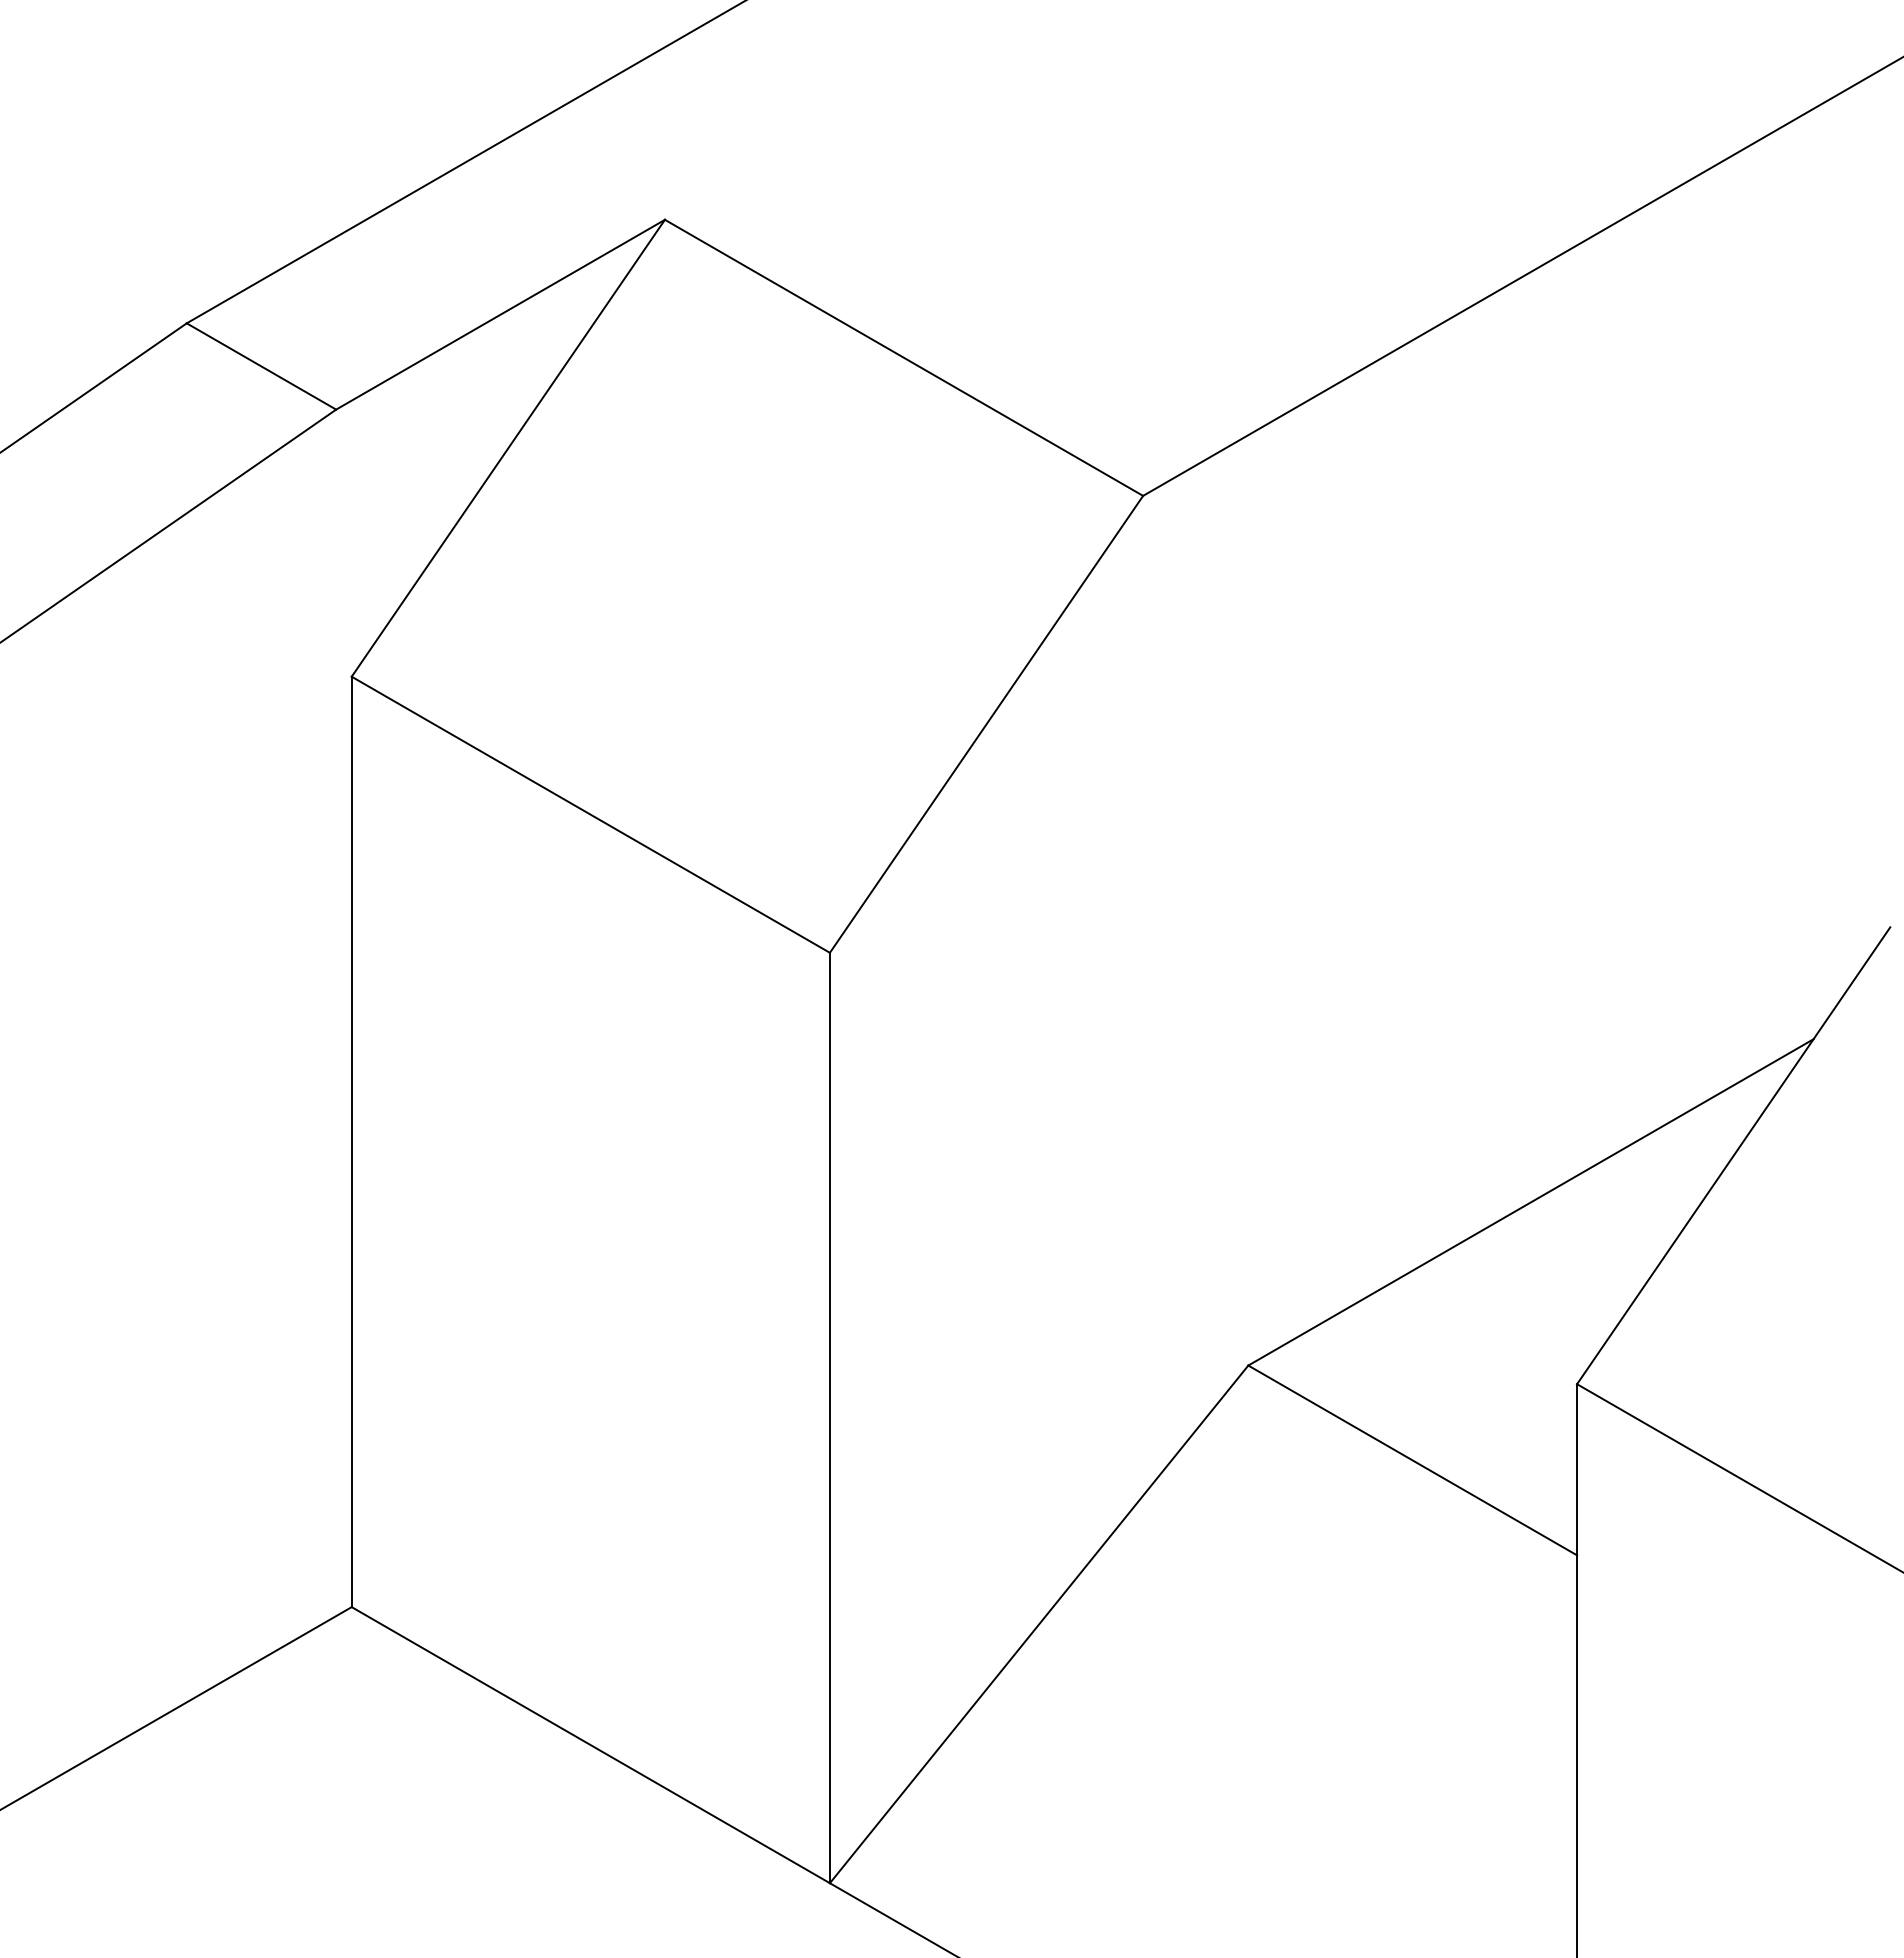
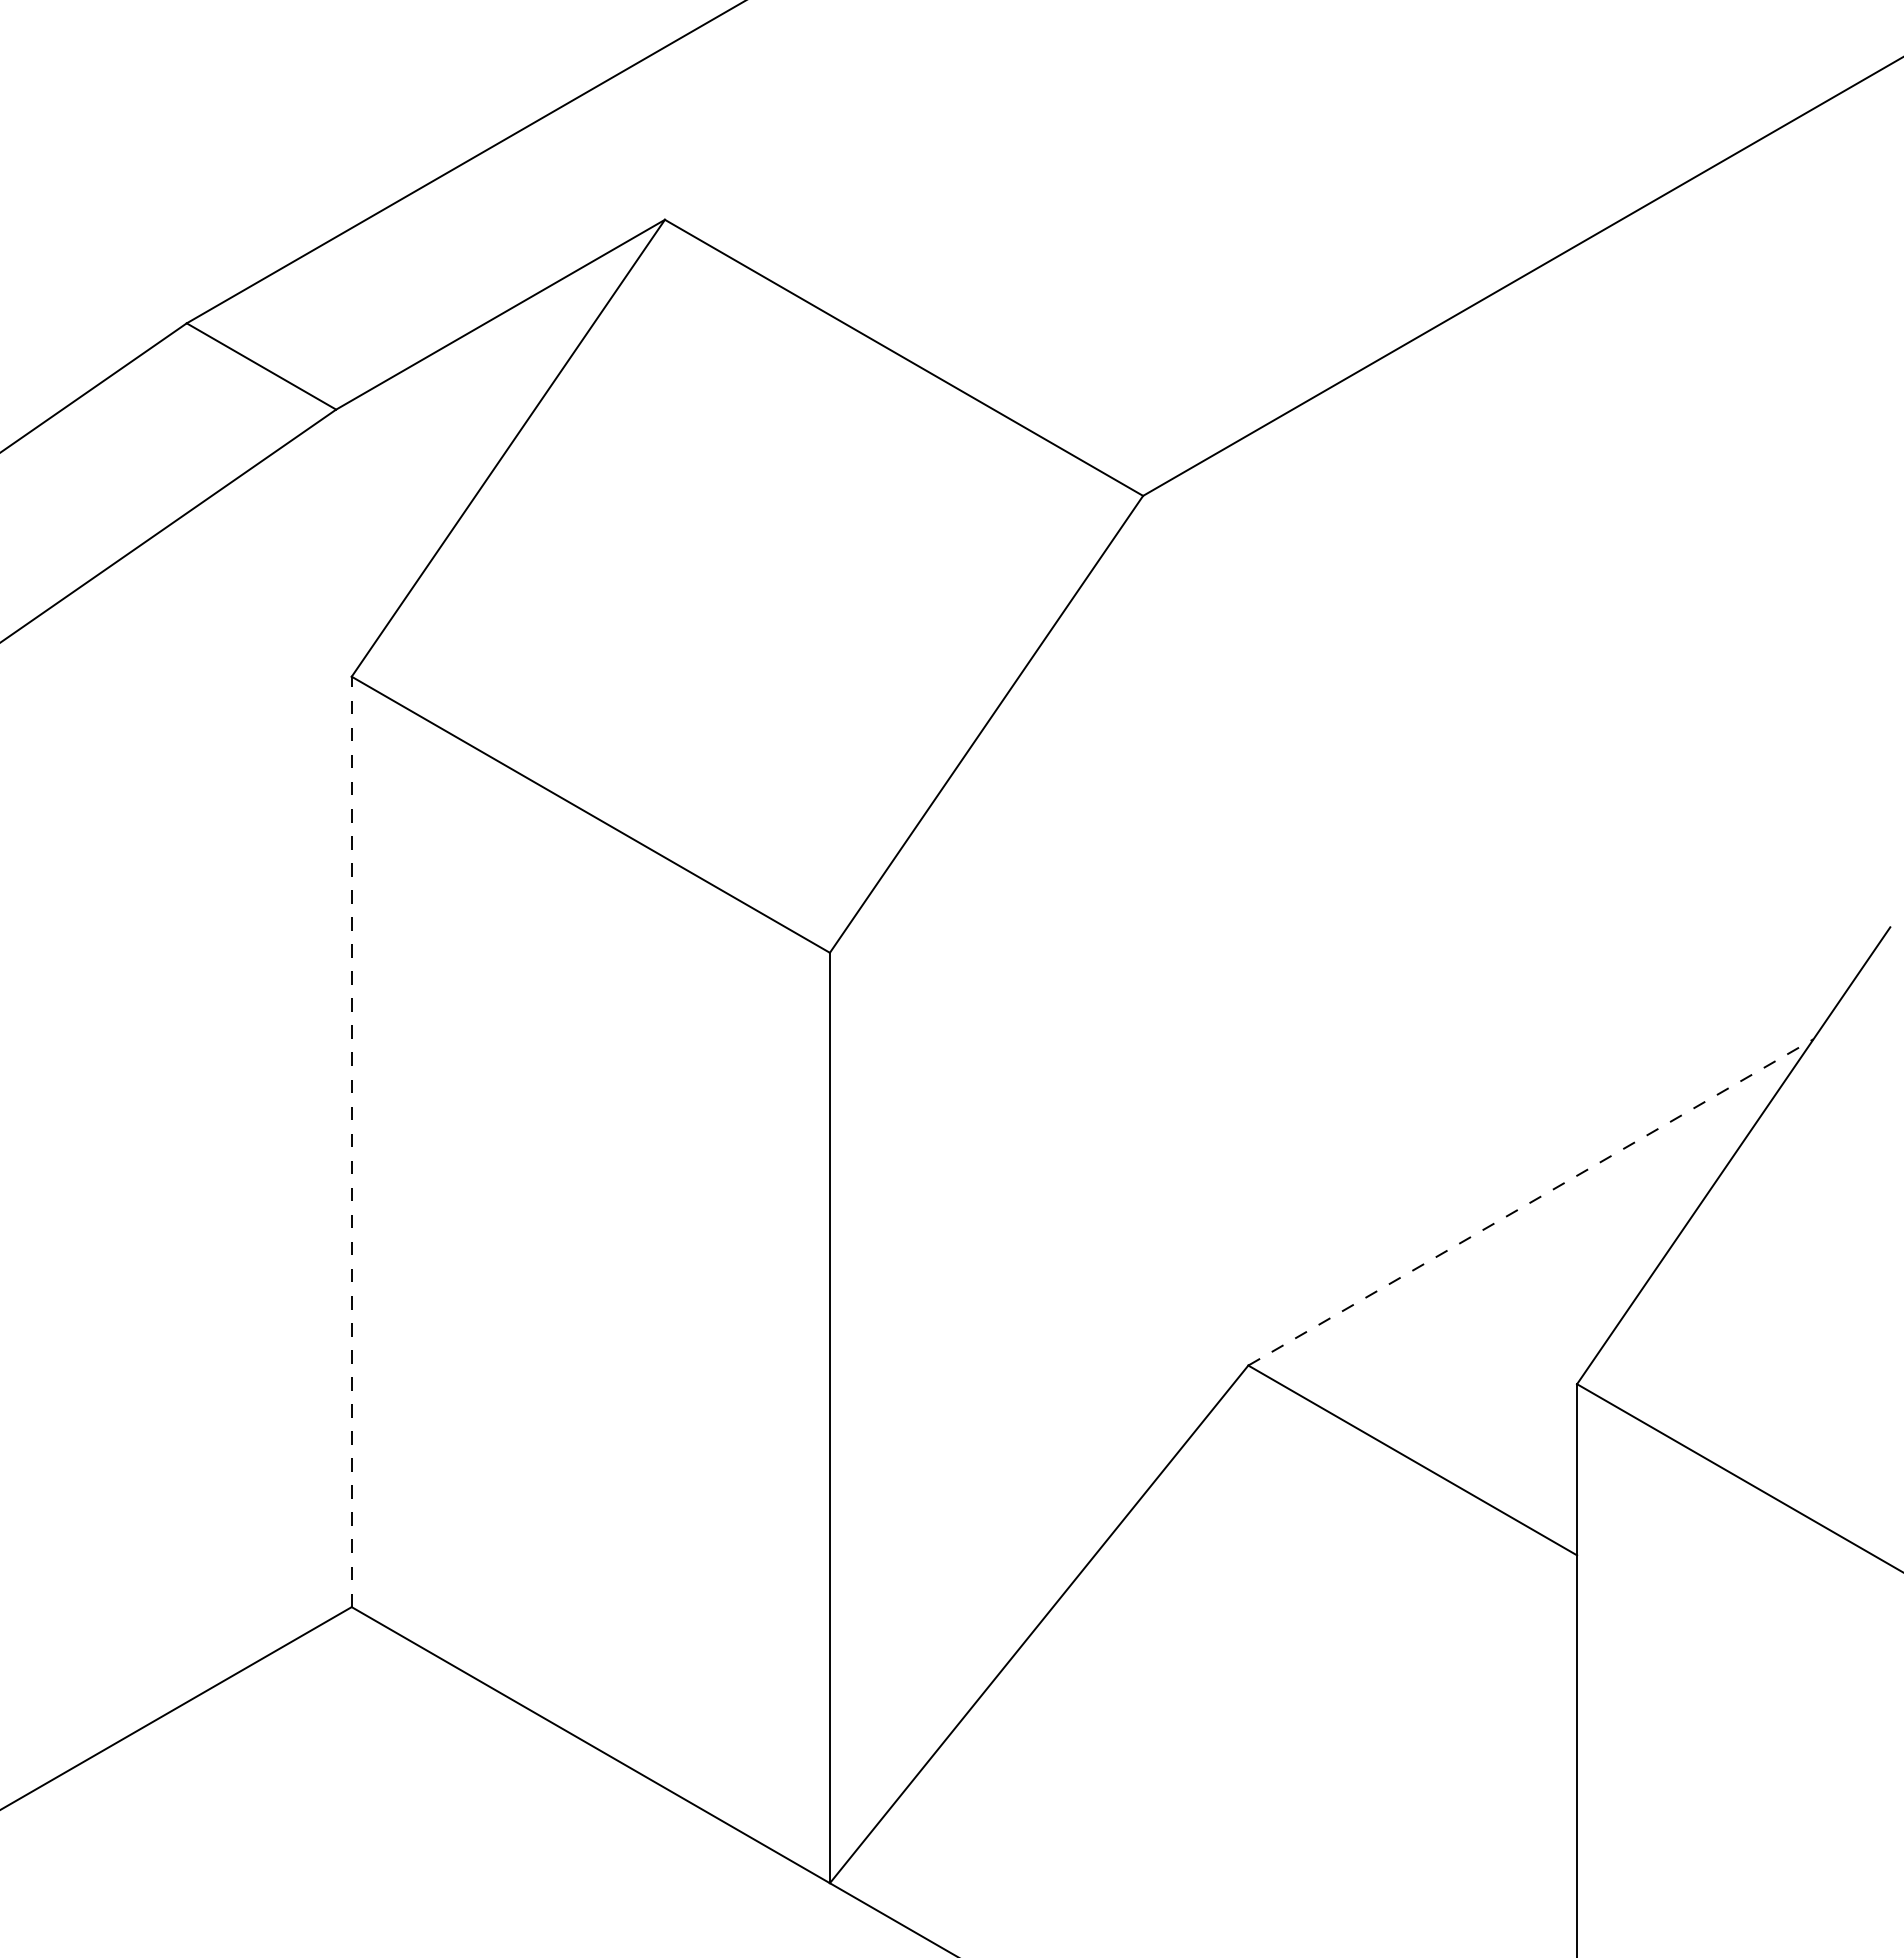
line at (351, 1141): solid -> dashed
line at (1531, 1202): solid -> dashed
